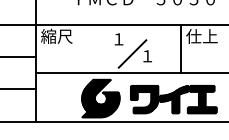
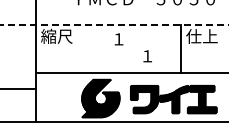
line at (114, 24): solid -> dashed
line at (132, 53): present -> none
line at (18, 57): present -> none
